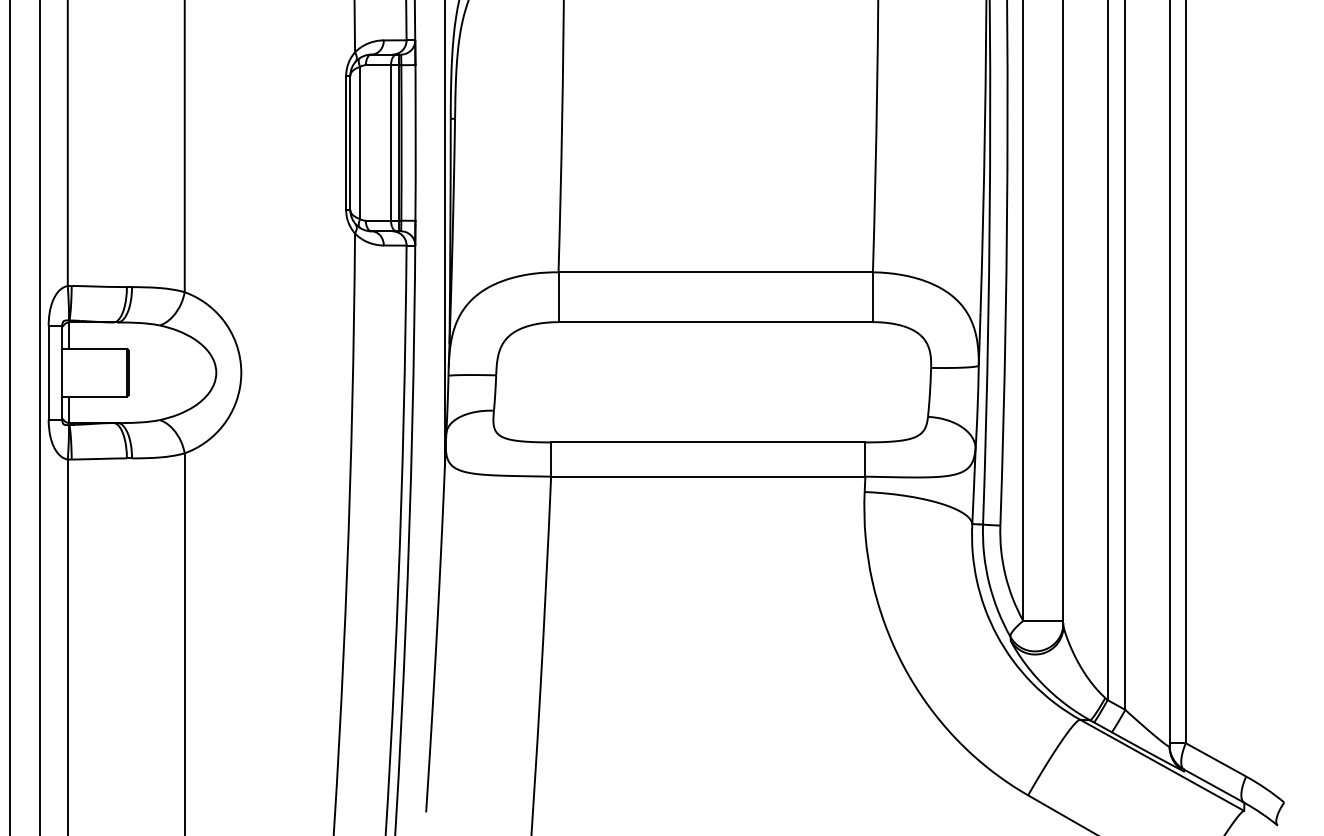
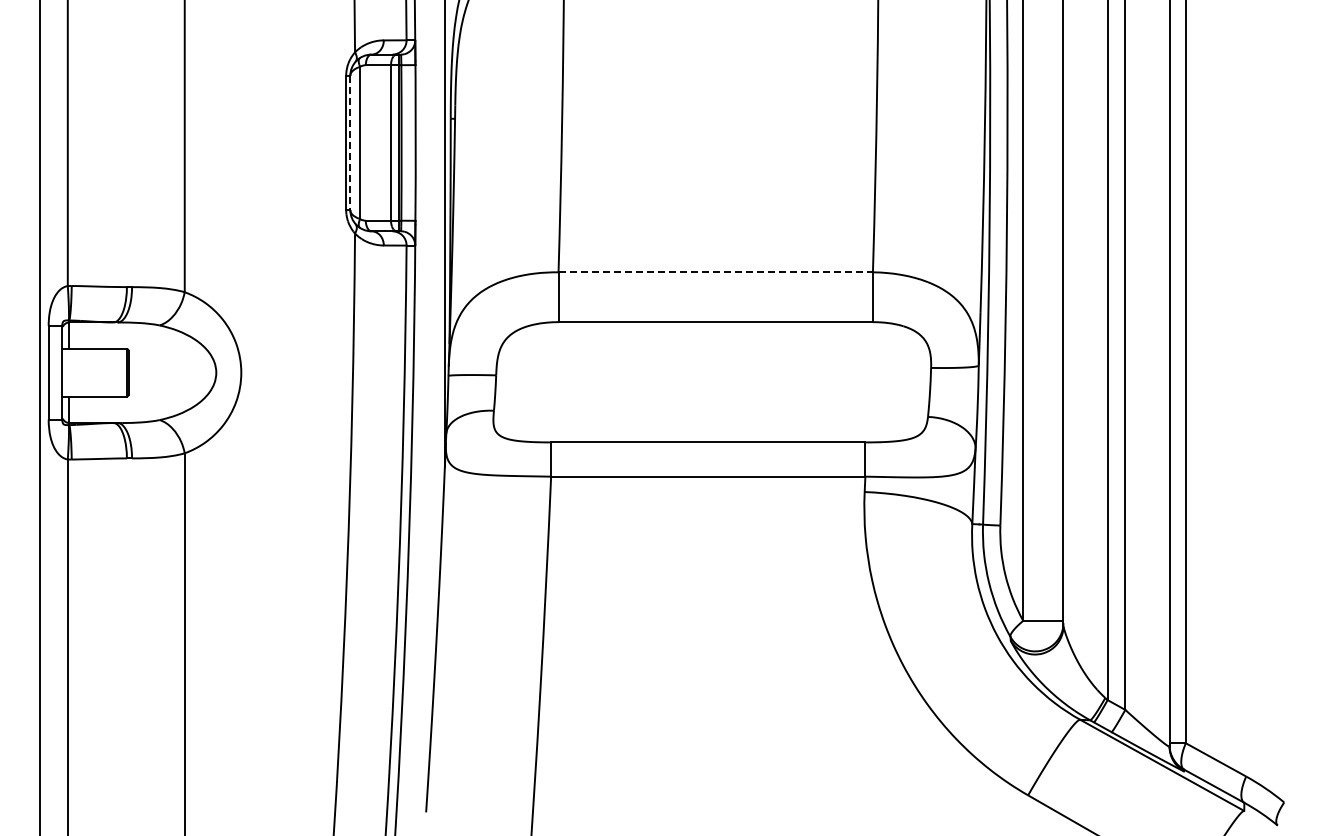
line at (350, 143): solid -> dashed
line at (716, 272): solid -> dashed
line at (10, 417): present -> none
